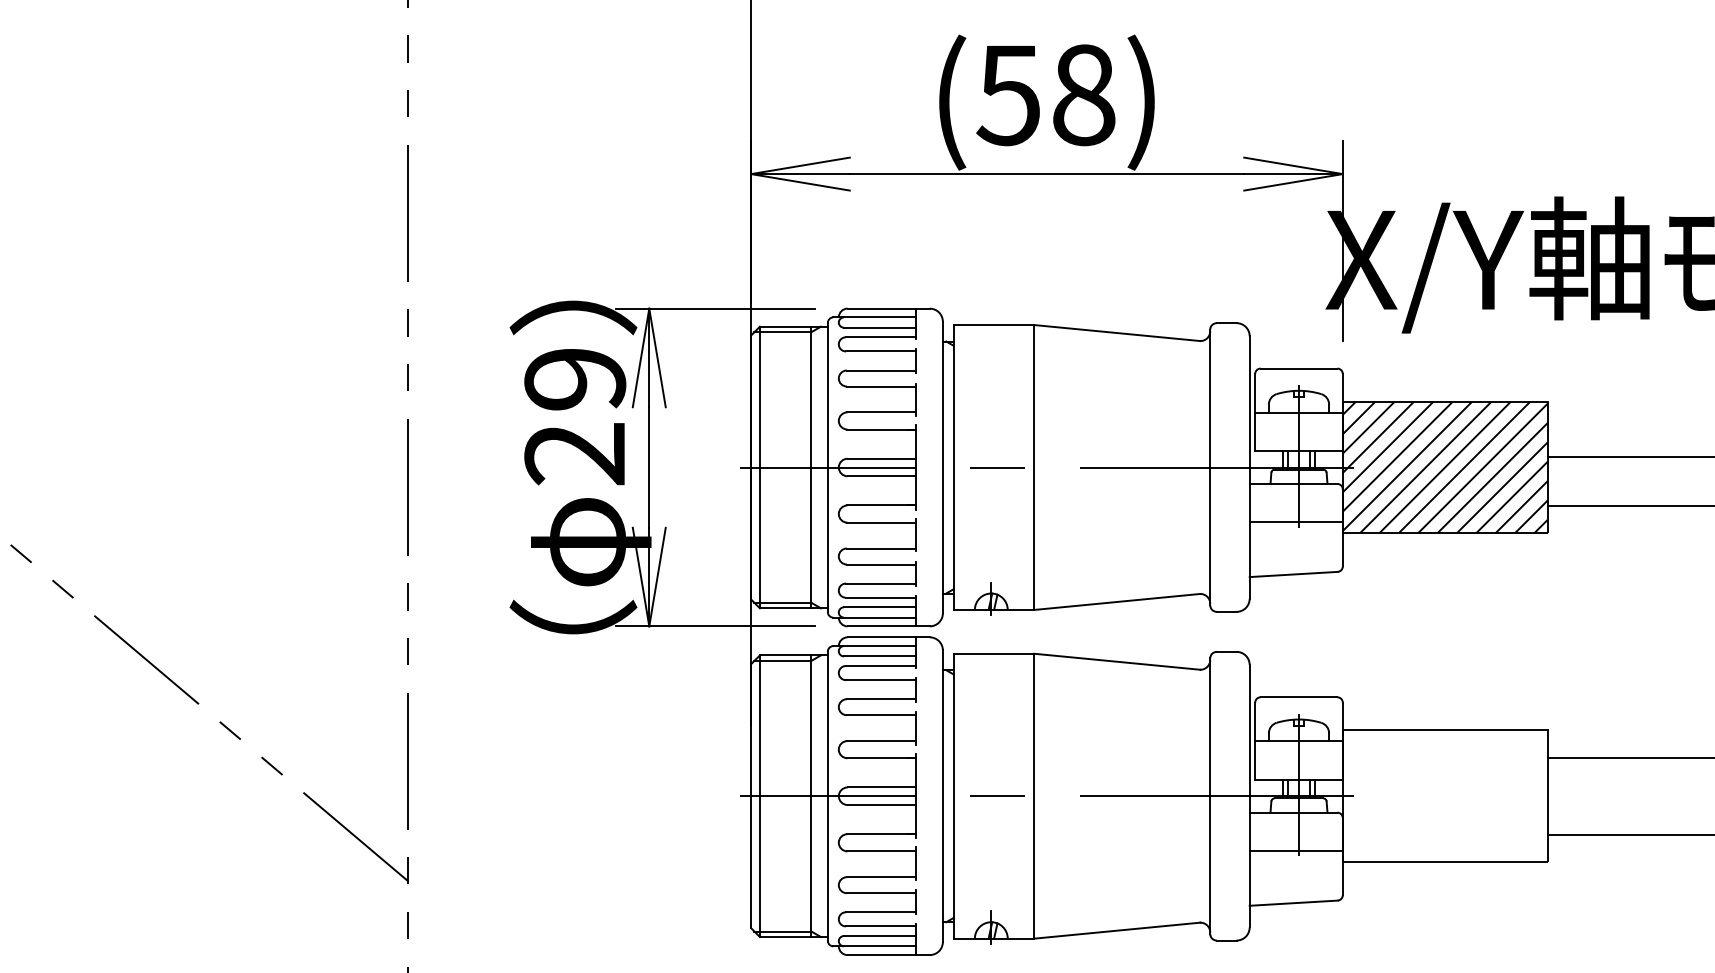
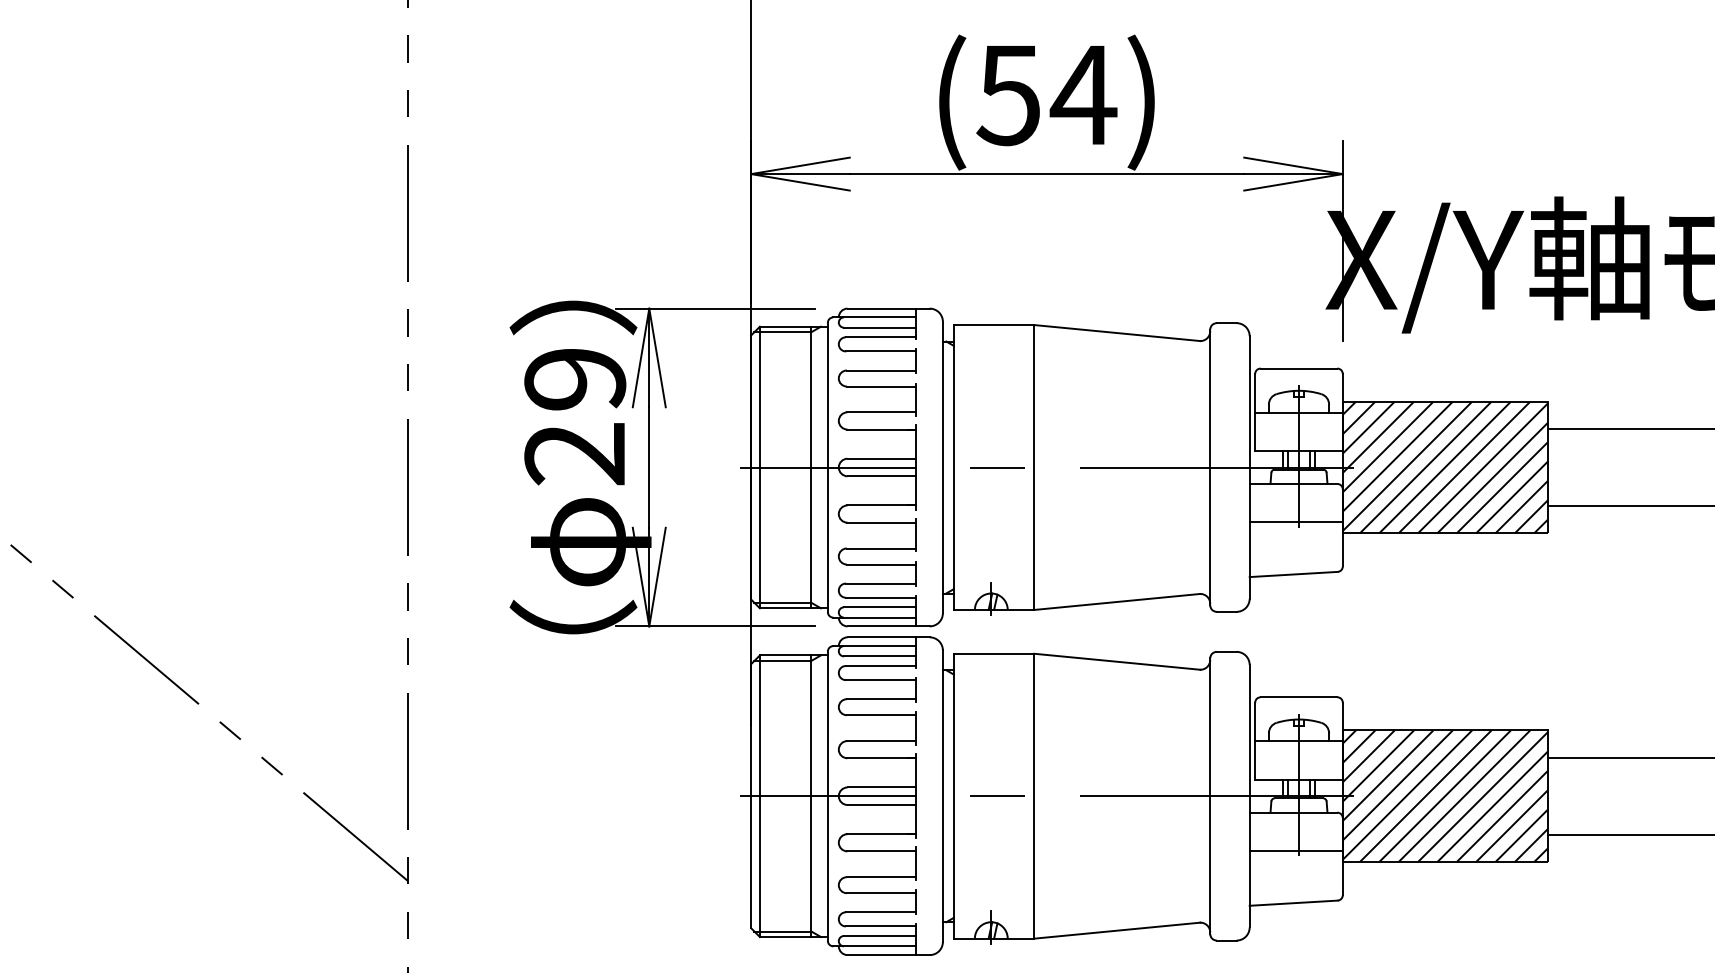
text at (1083, 95): (58) -> (54)
line at (1629, 457) position: (1629, 457) -> (1629, 429)
hatch at (1444, 795): none -> present
